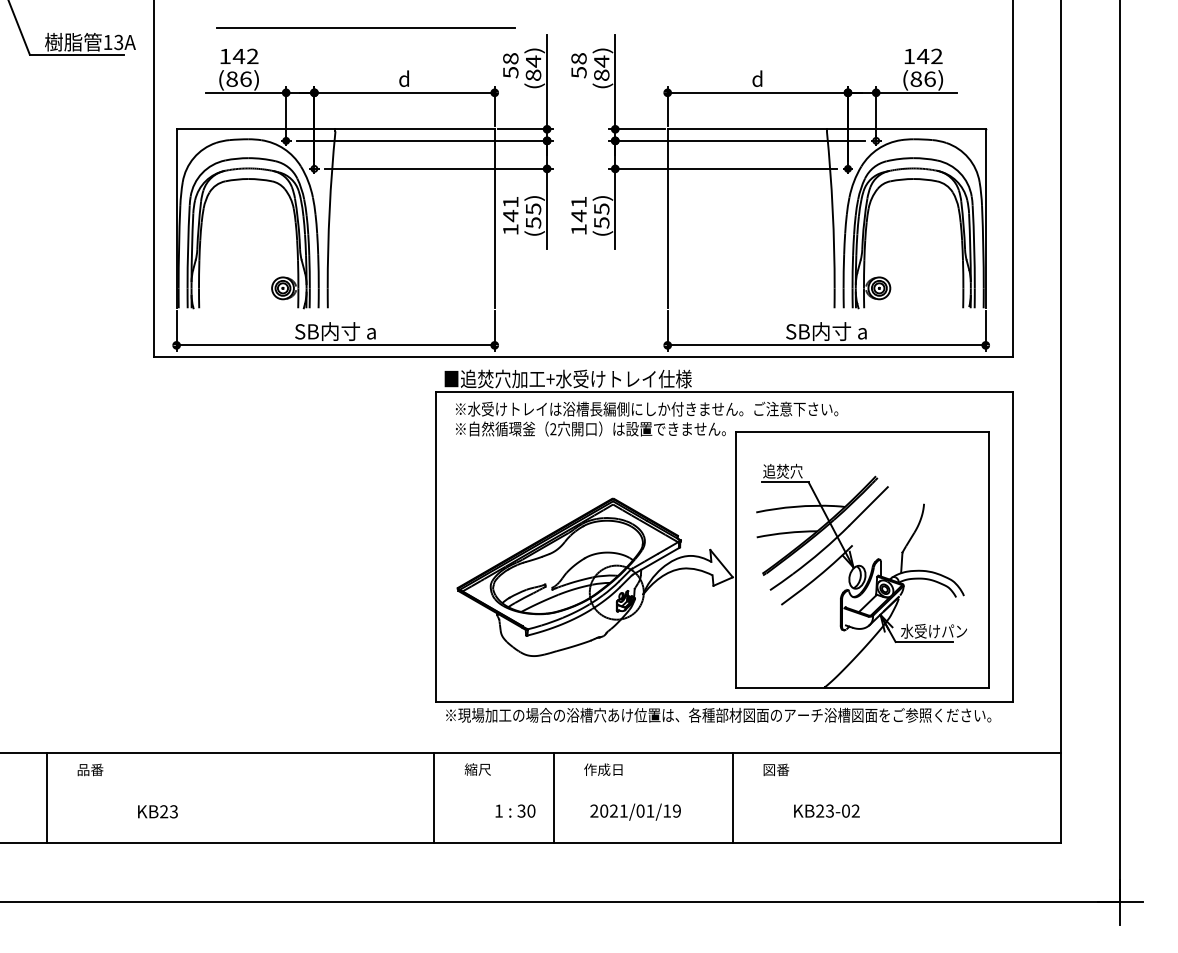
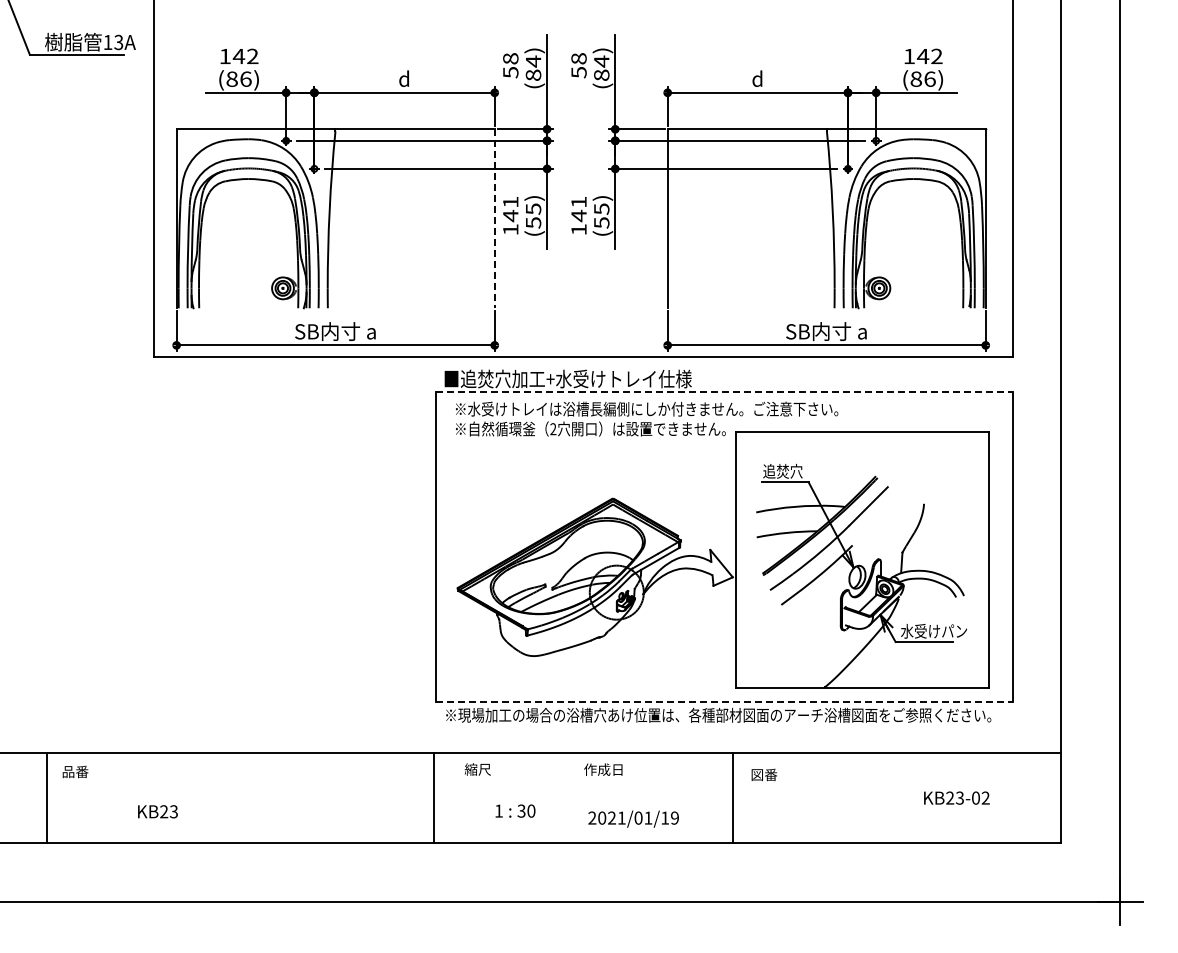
line at (365, 28): present -> none
line at (494, 219): solid -> dashed
line at (724, 391): solid -> dashed
line at (724, 702): solid -> dashed
text at (90, 769) position: (90, 769) -> (75, 771)
text at (776, 769) position: (776, 769) -> (764, 774)
line at (553, 797): present -> none
text at (826, 810) position: (826, 810) -> (956, 797)
text at (635, 811) position: (635, 811) -> (633, 818)
